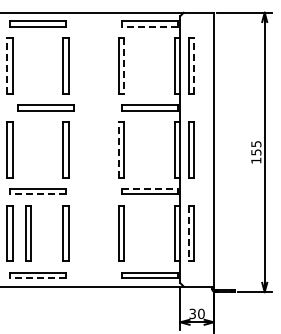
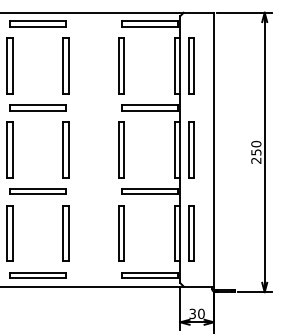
line at (149, 26): dashed -> solid
line at (7, 65): dashed -> solid
line at (124, 65): dashed -> solid
line at (194, 65): dashed -> solid
part at (45, 107) position: (45, 107) -> (37, 107)
line at (118, 149): dashed -> solid
text at (256, 151): 155 -> 250
line at (149, 188): dashed -> solid
line at (37, 194): dashed -> solid
part at (28, 233): present -> none
line at (188, 233): dashed -> solid
line at (37, 278): dashed -> solid
